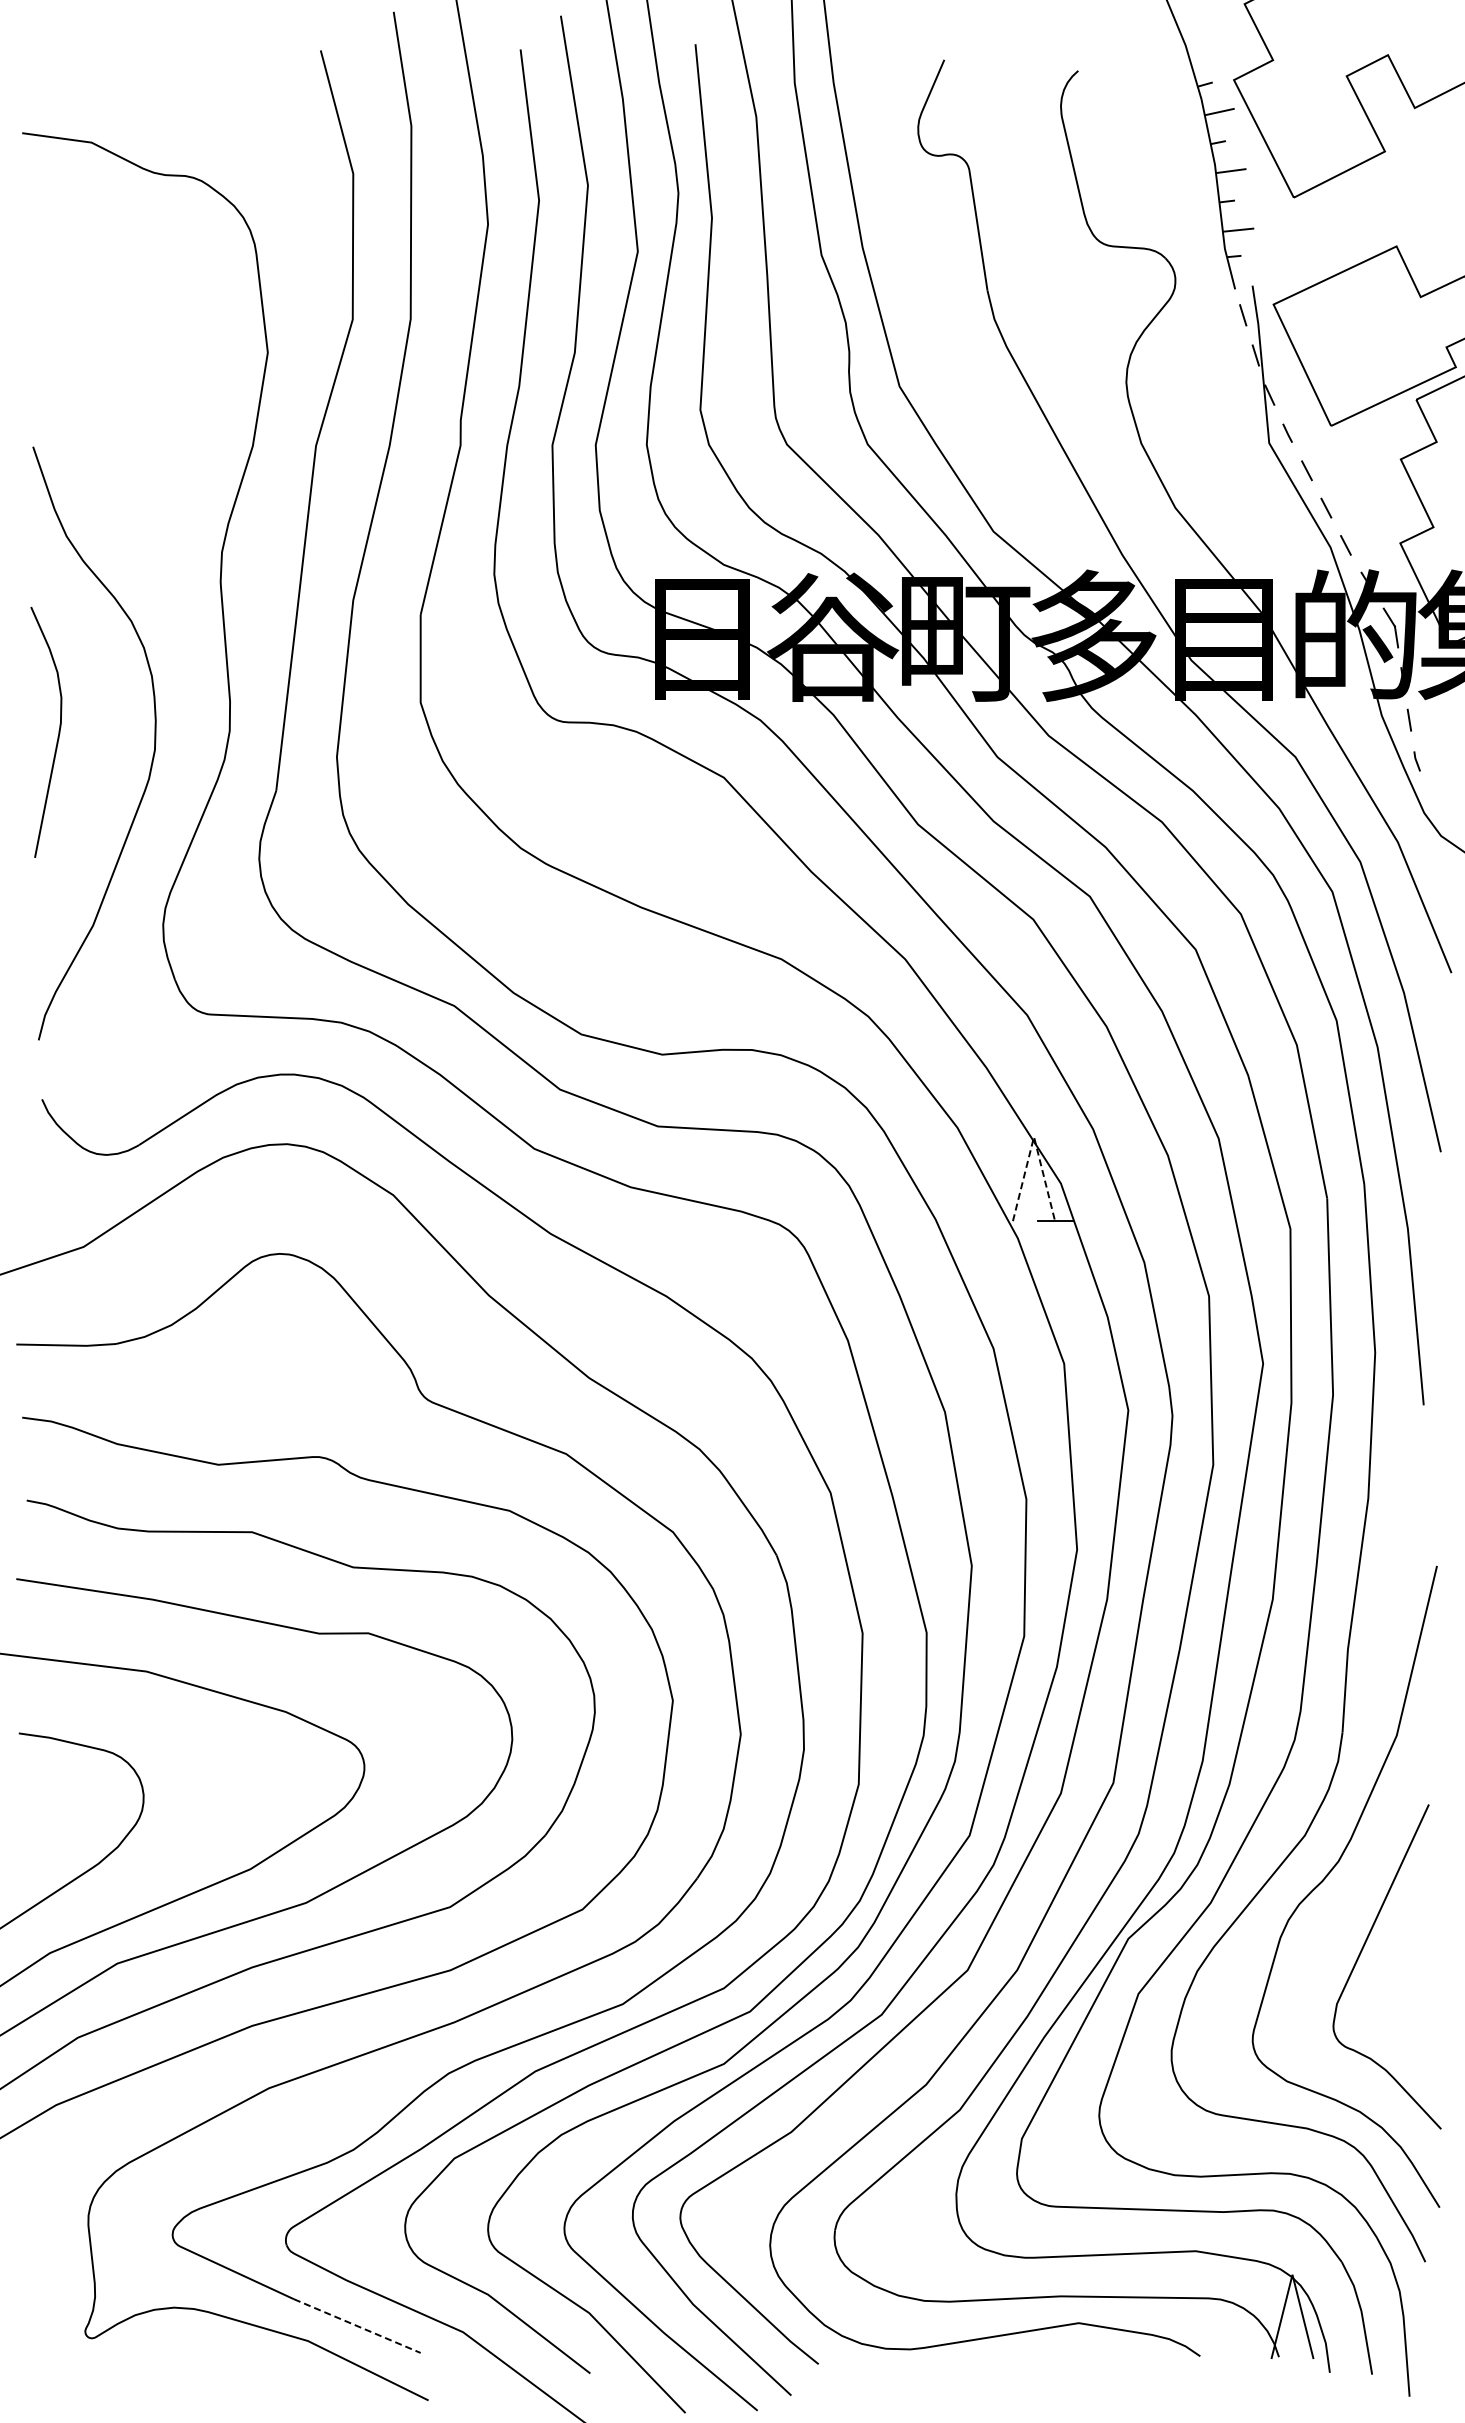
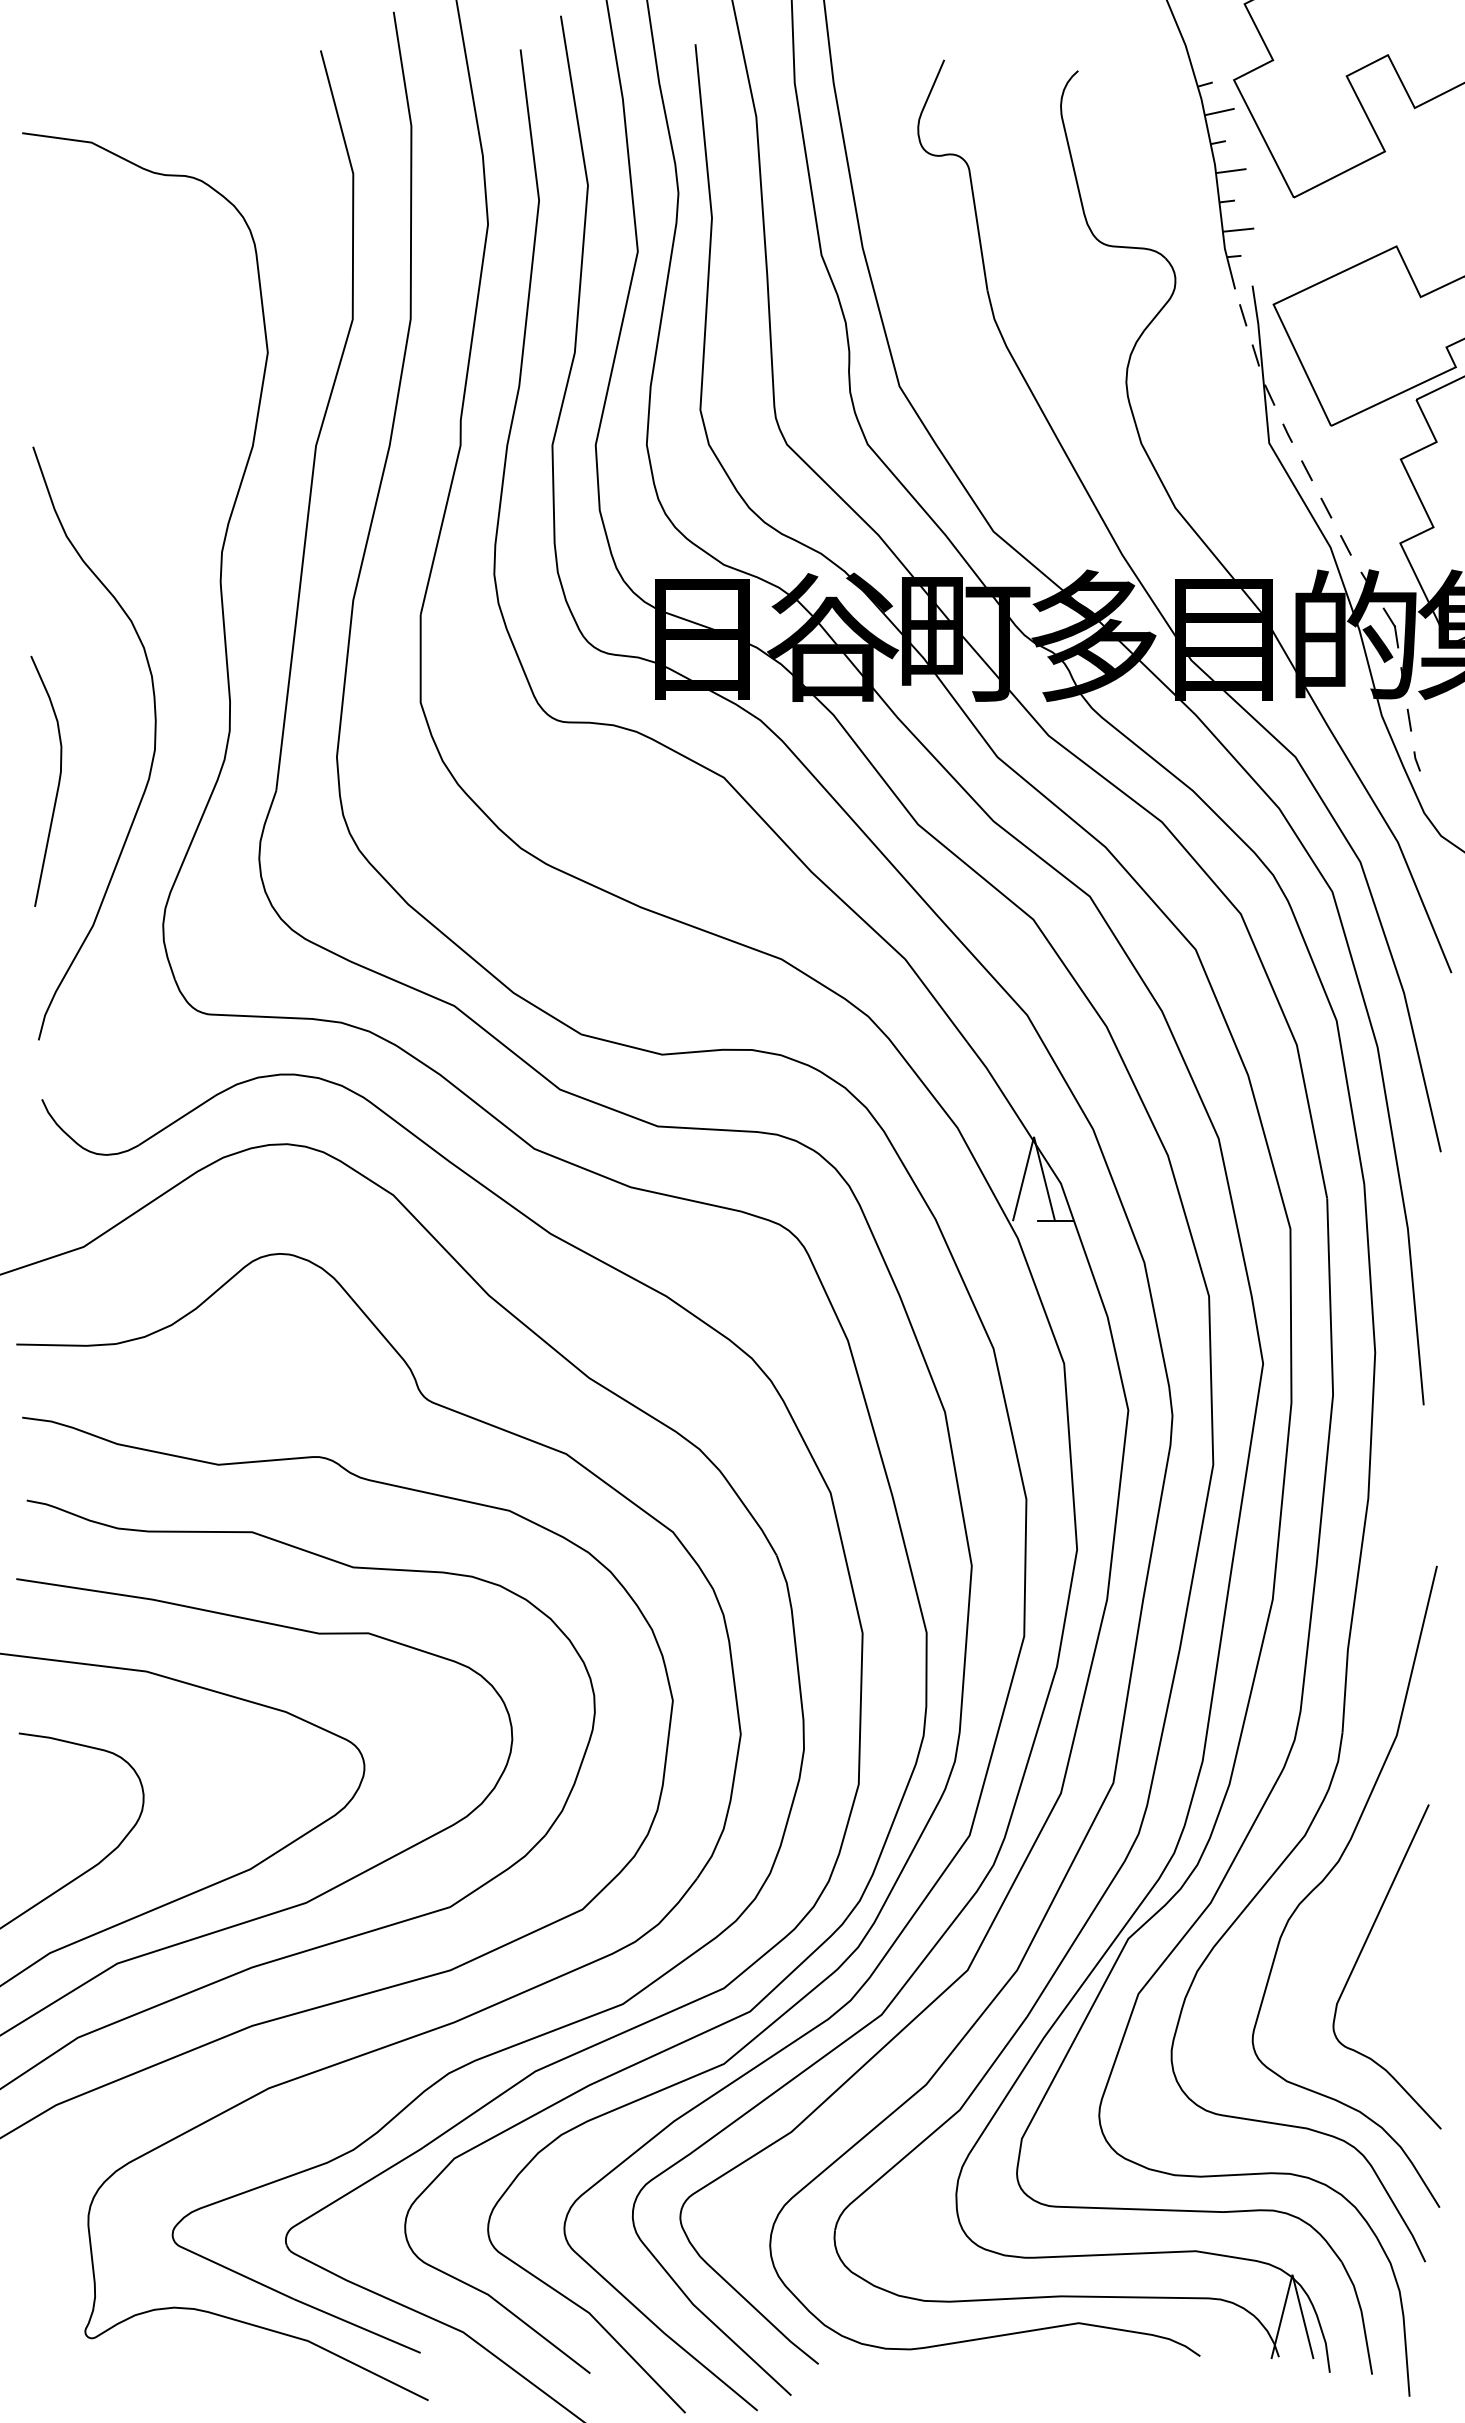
curve at (58, 731) position: (58, 731) -> (58, 780)
line at (1034, 1136): dashed -> solid
line at (357, 2326): dashed -> solid
